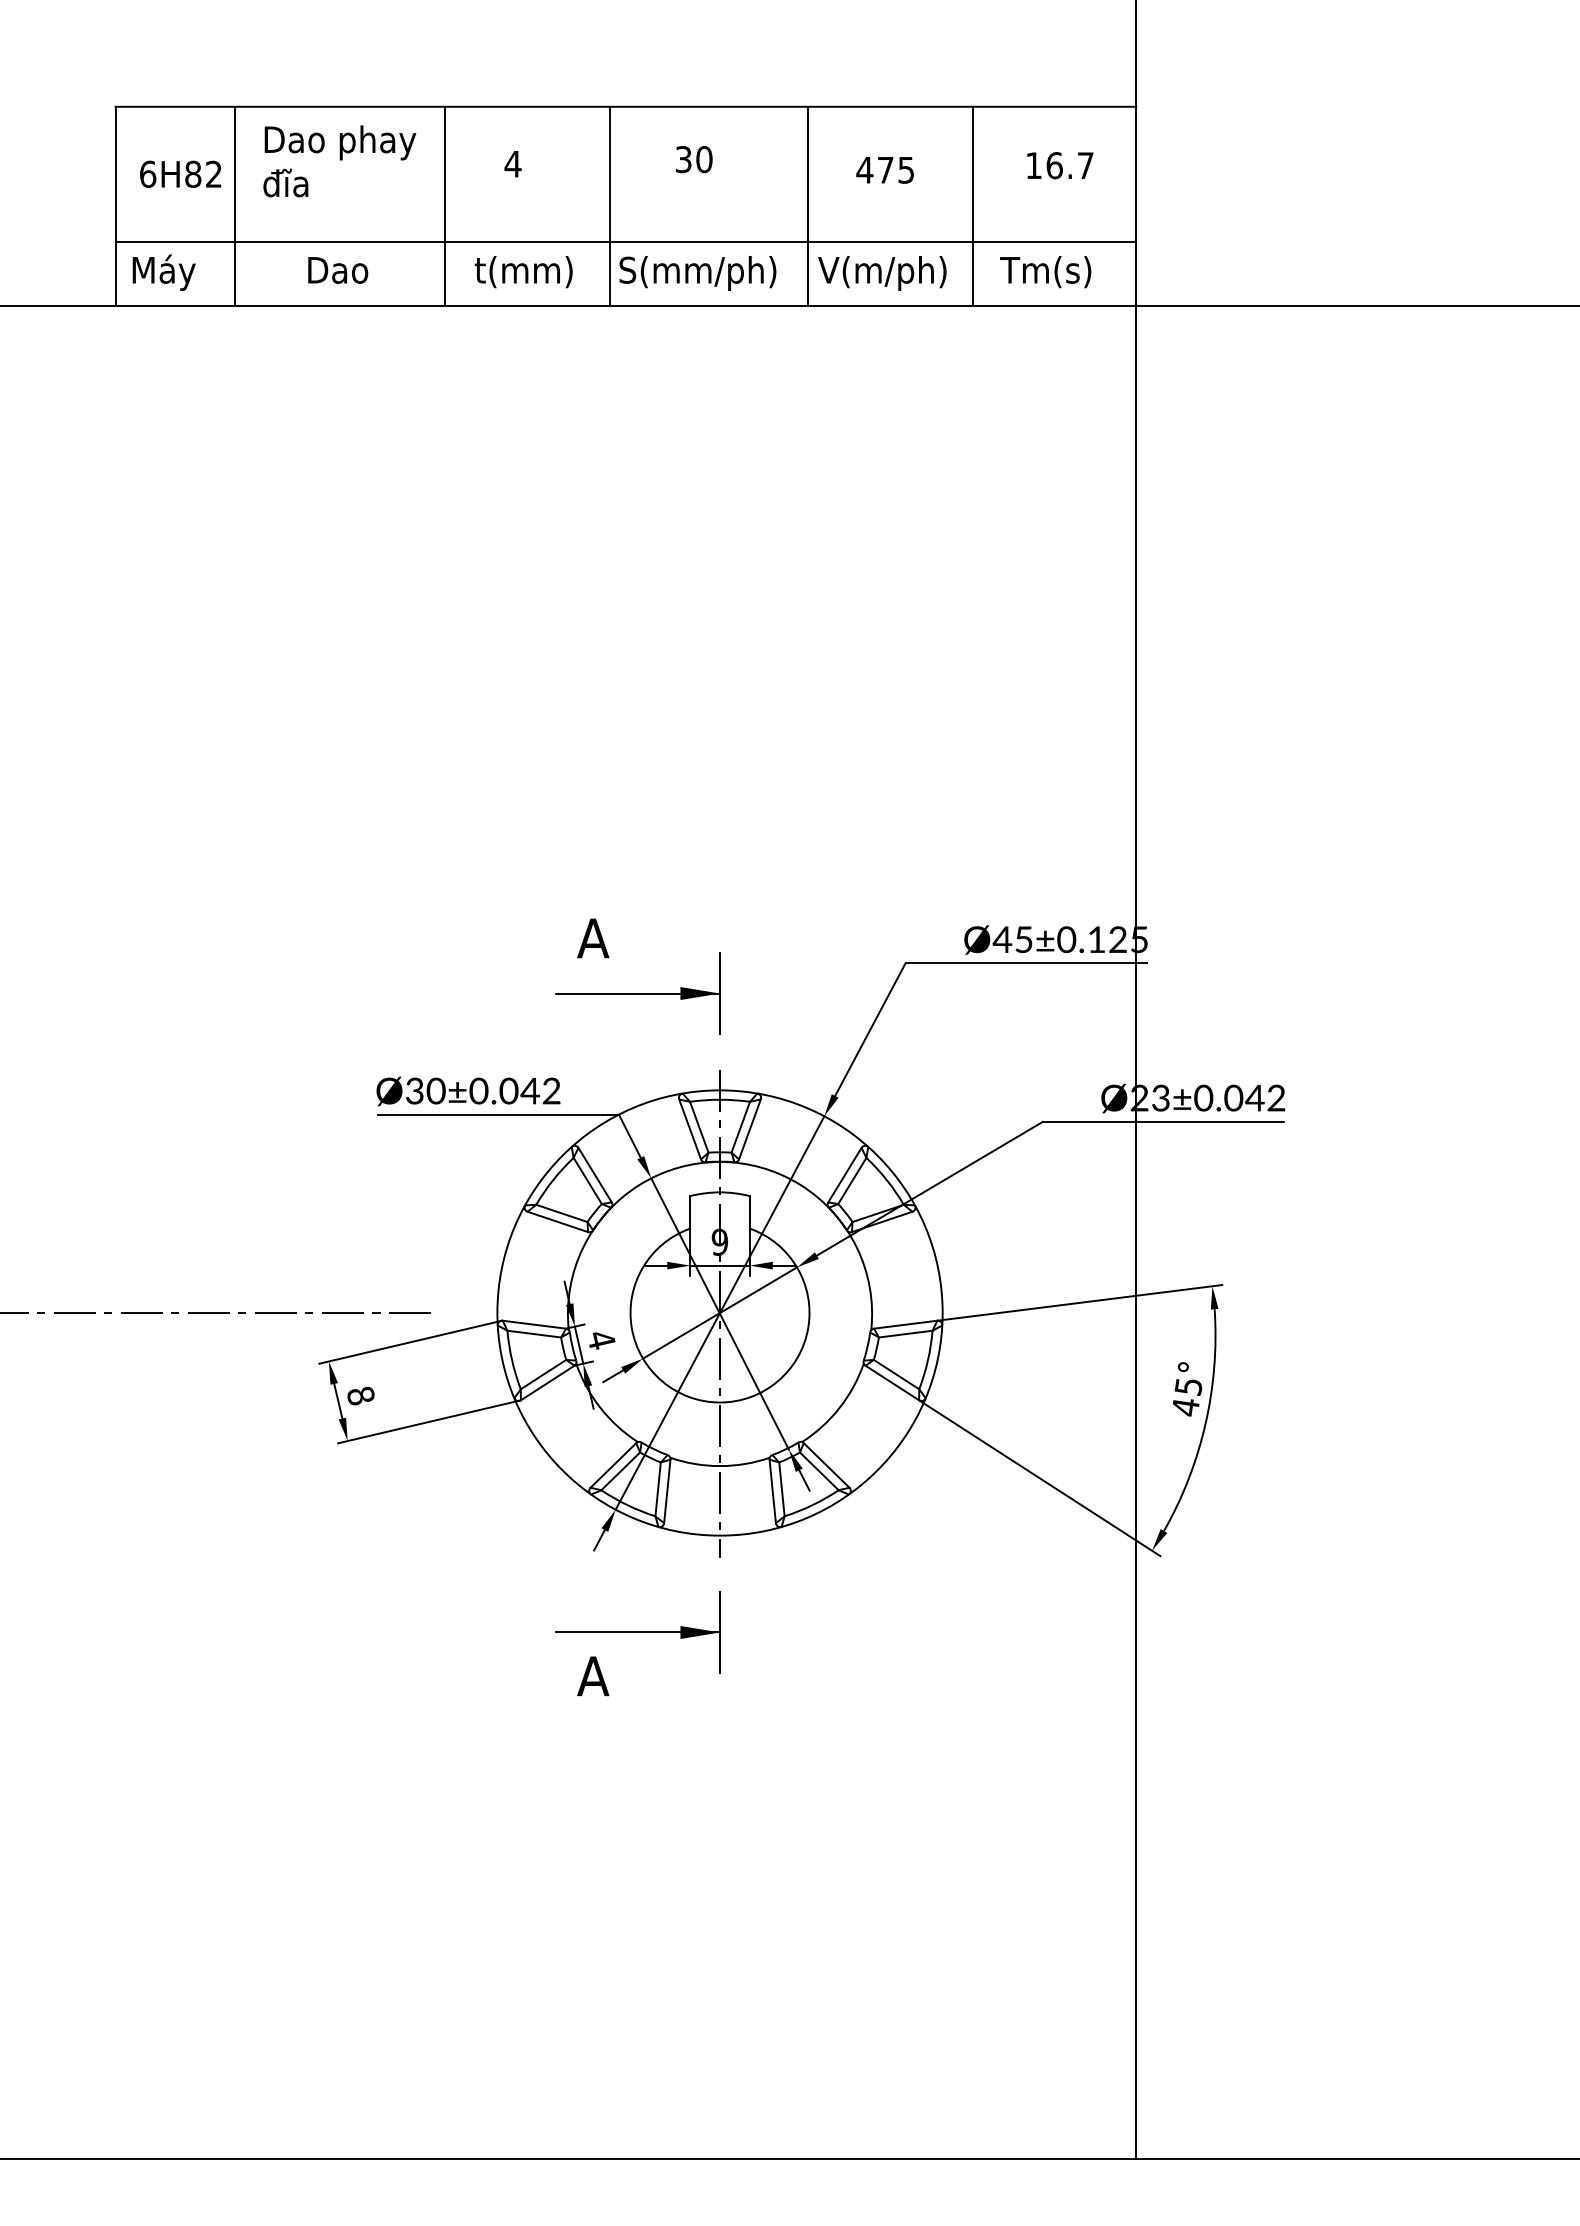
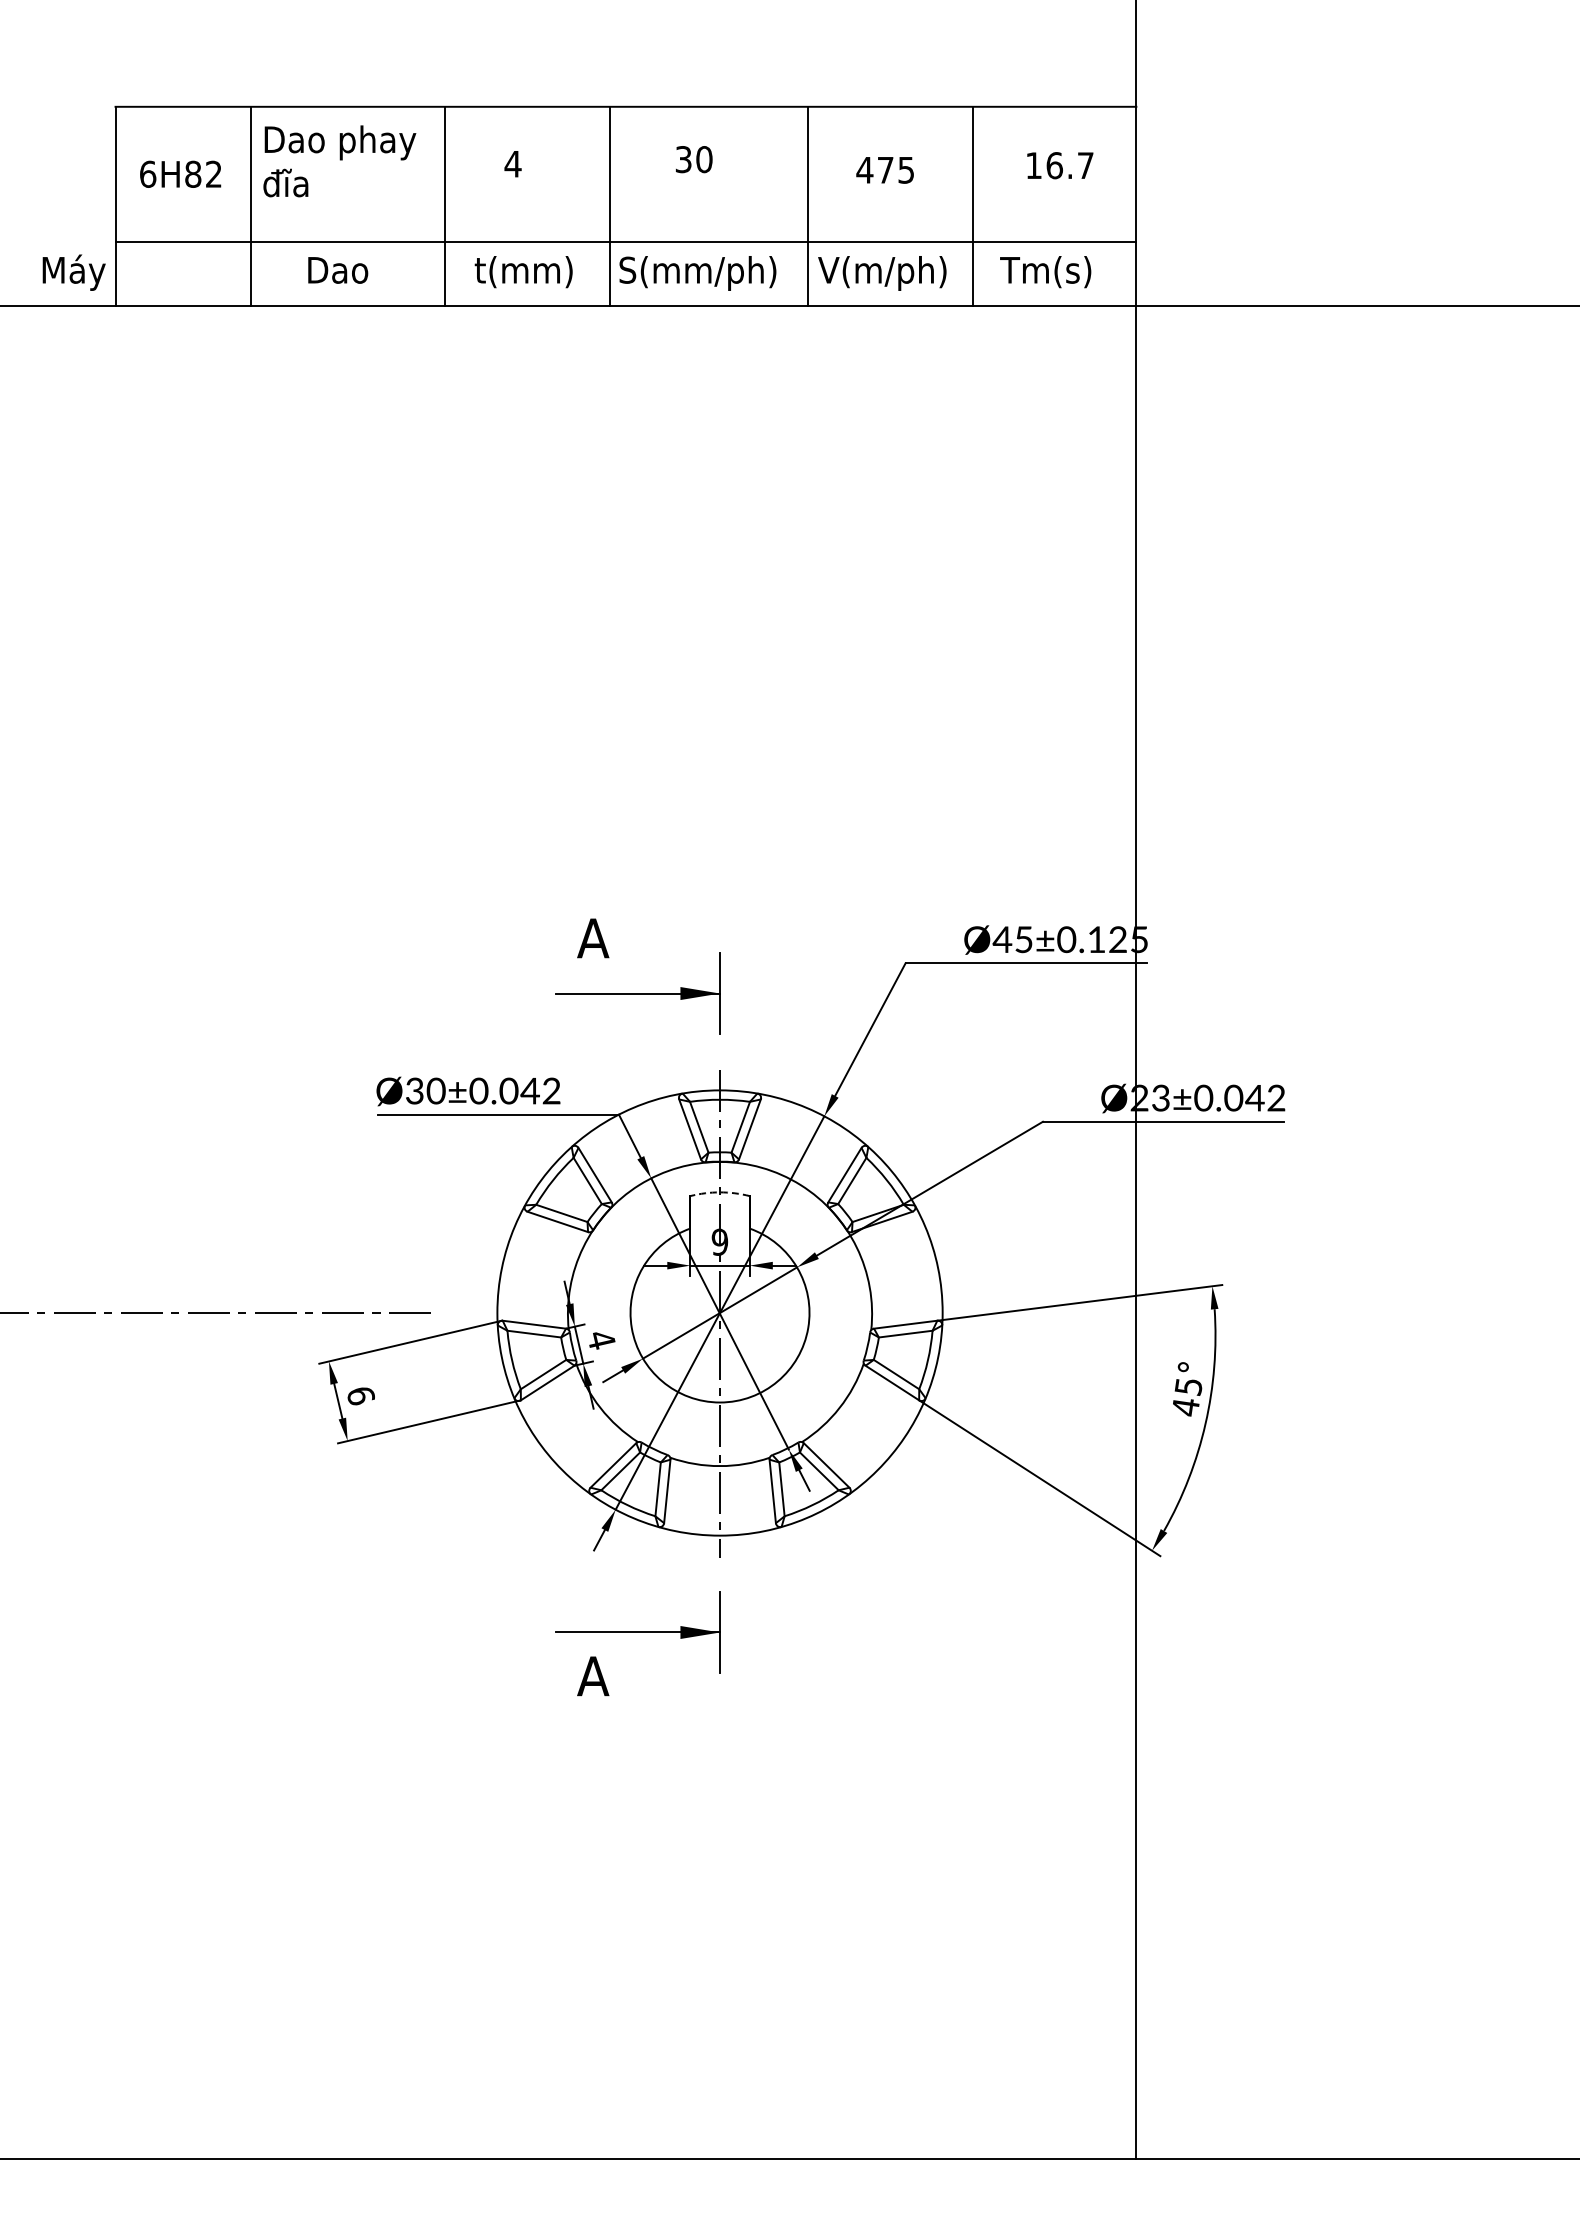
line at (234, 205) position: (234, 205) -> (250, 205)
text at (163, 272) position: (163, 272) -> (73, 272)
arc at (720, 1192): solid -> dashed
text at (360, 1395): 8 -> 6
